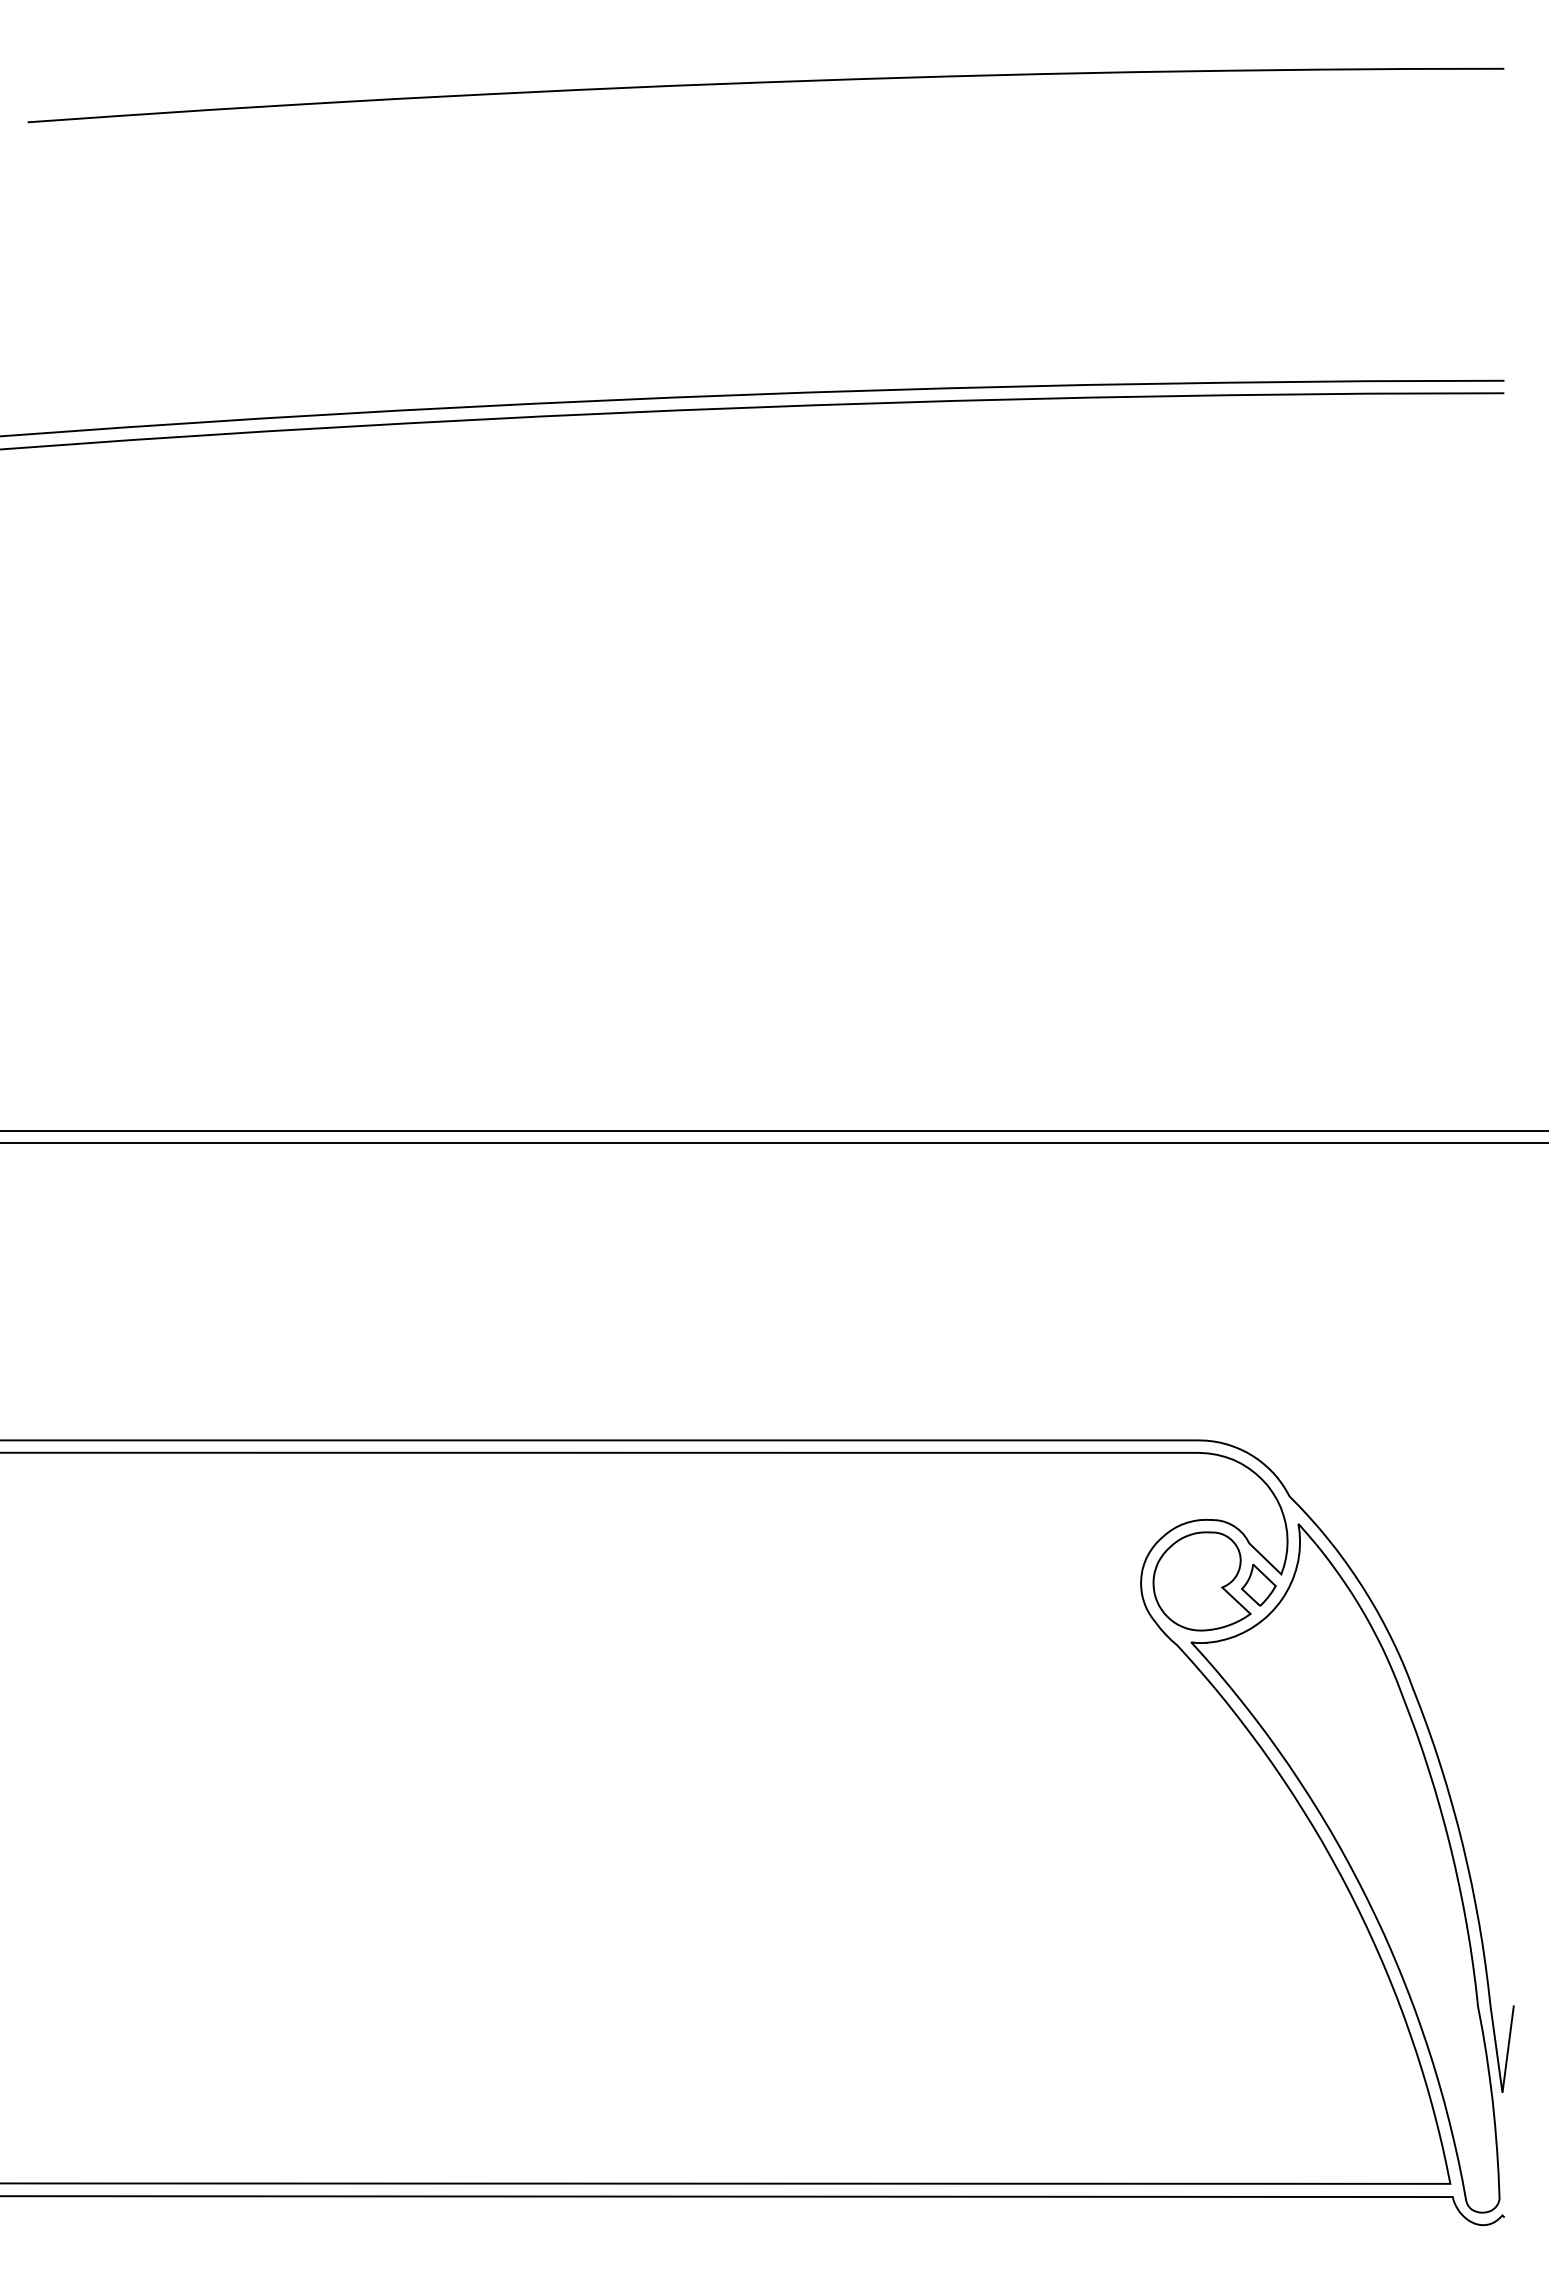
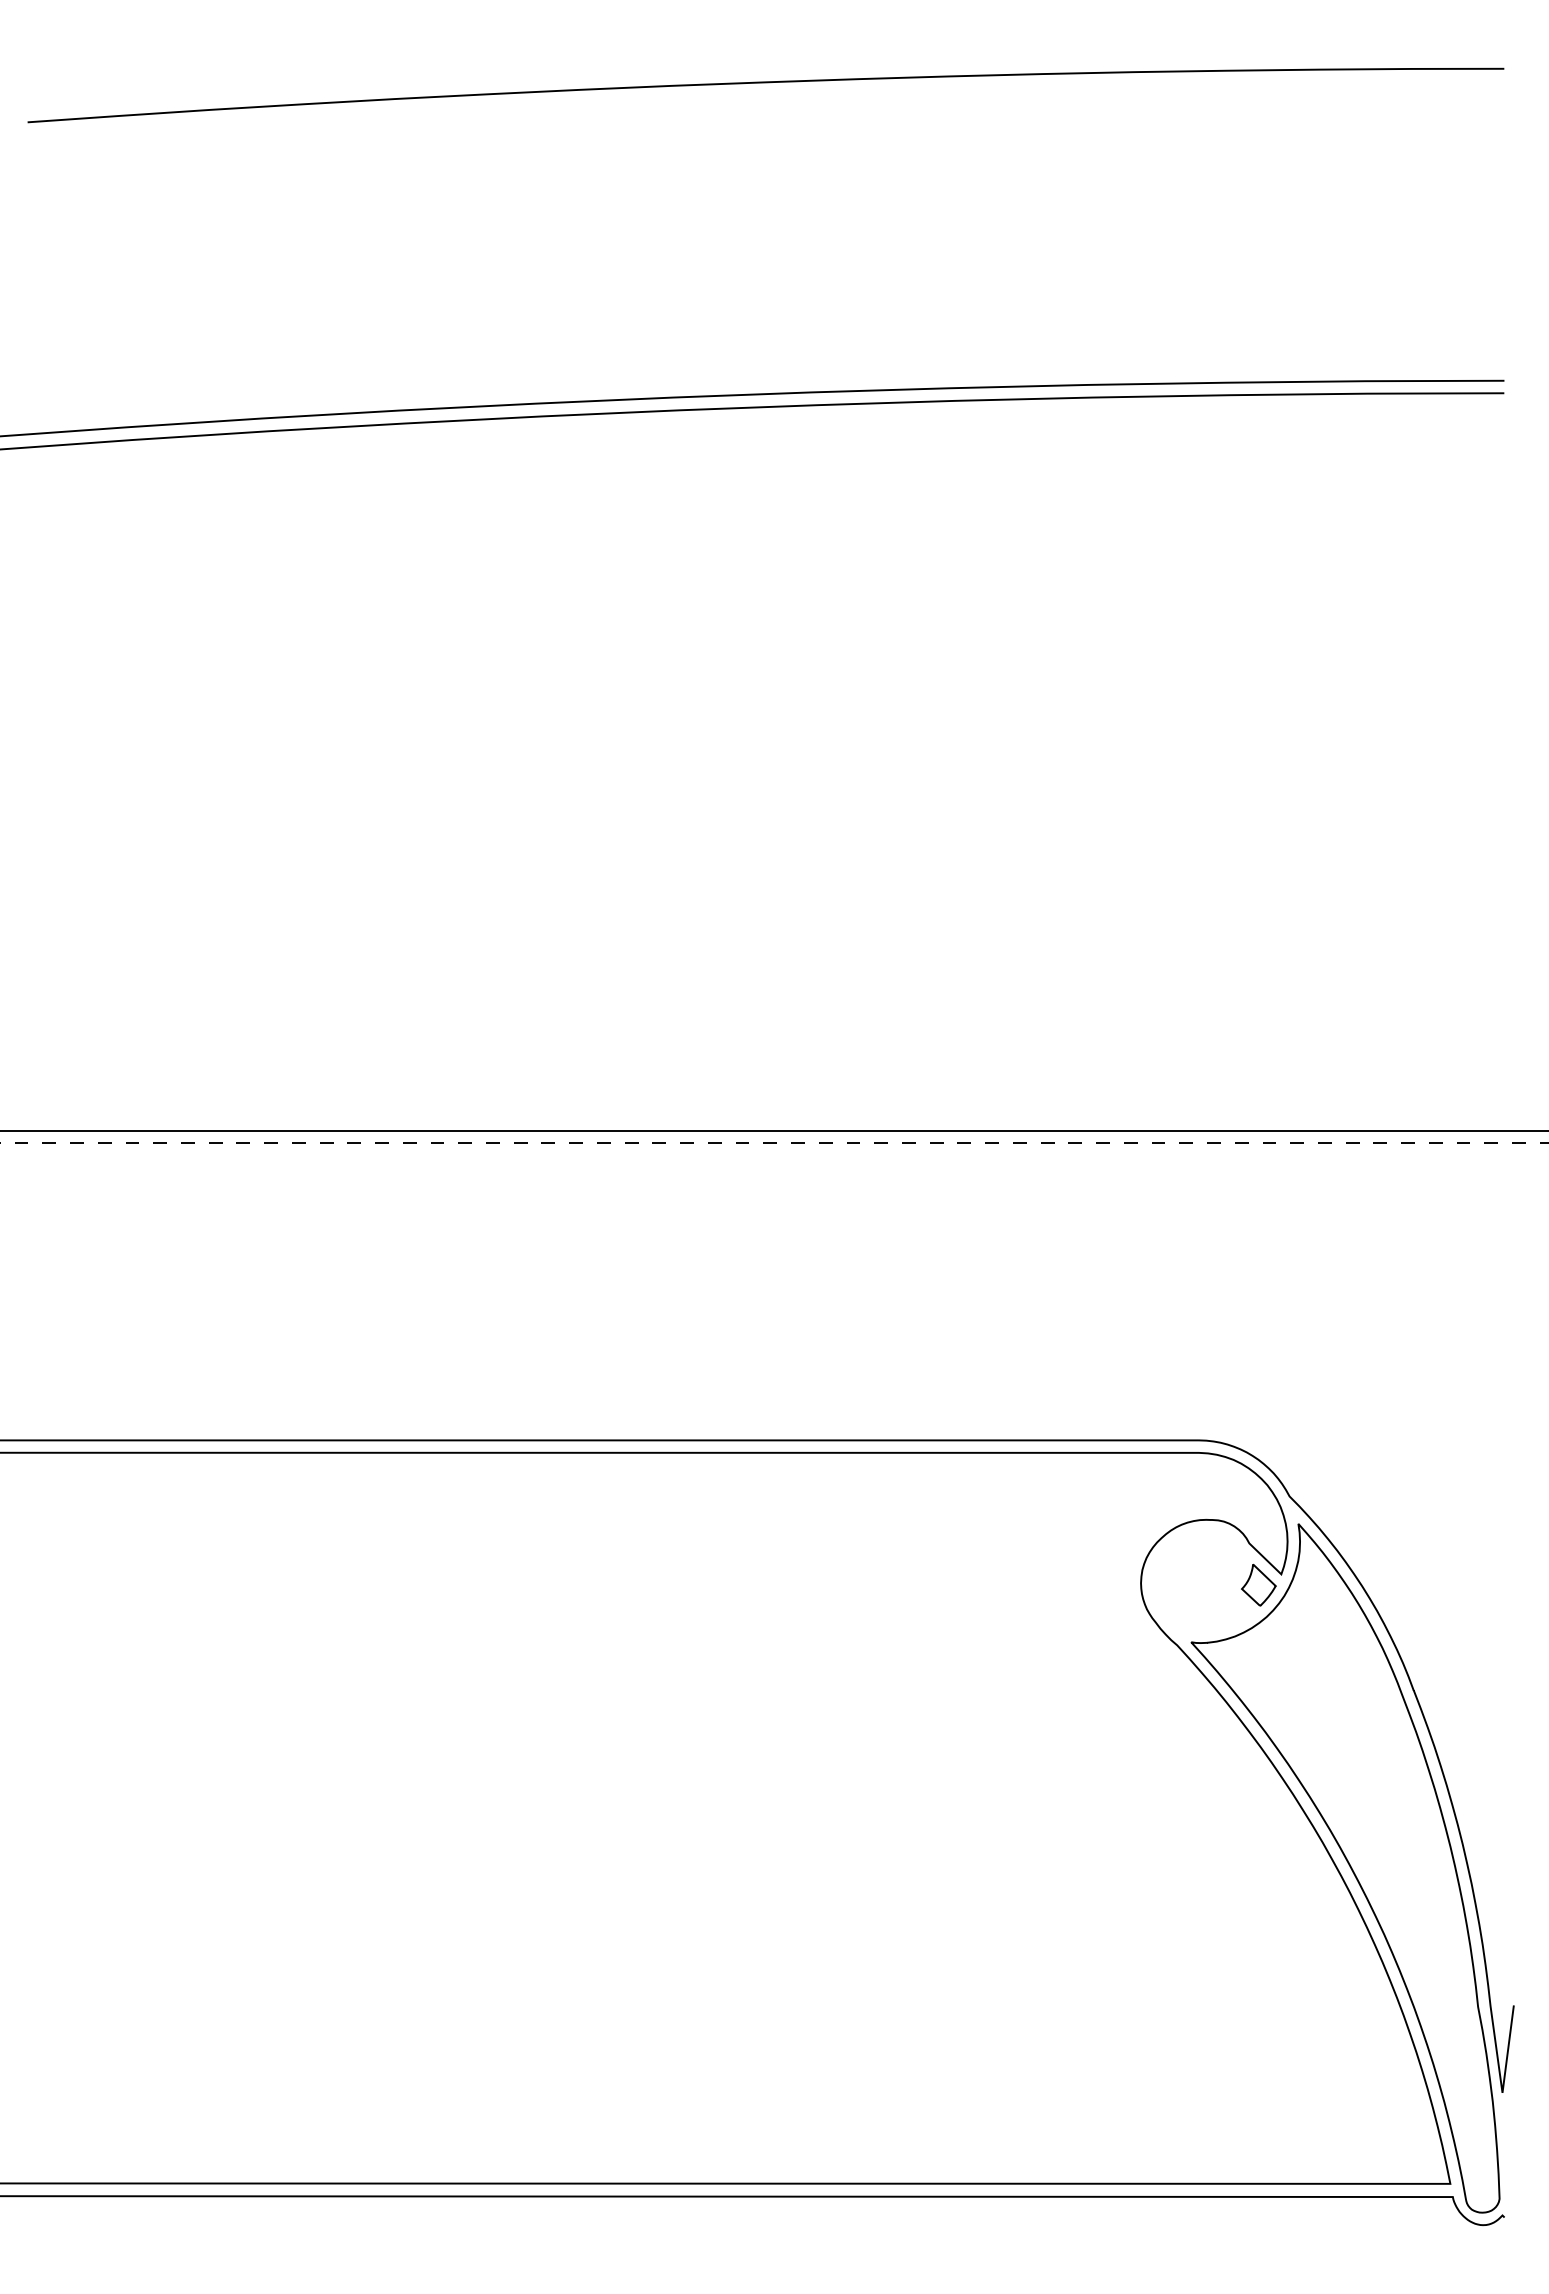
line at (774, 1143): solid -> dashed
part at (1201, 1581): present -> none
